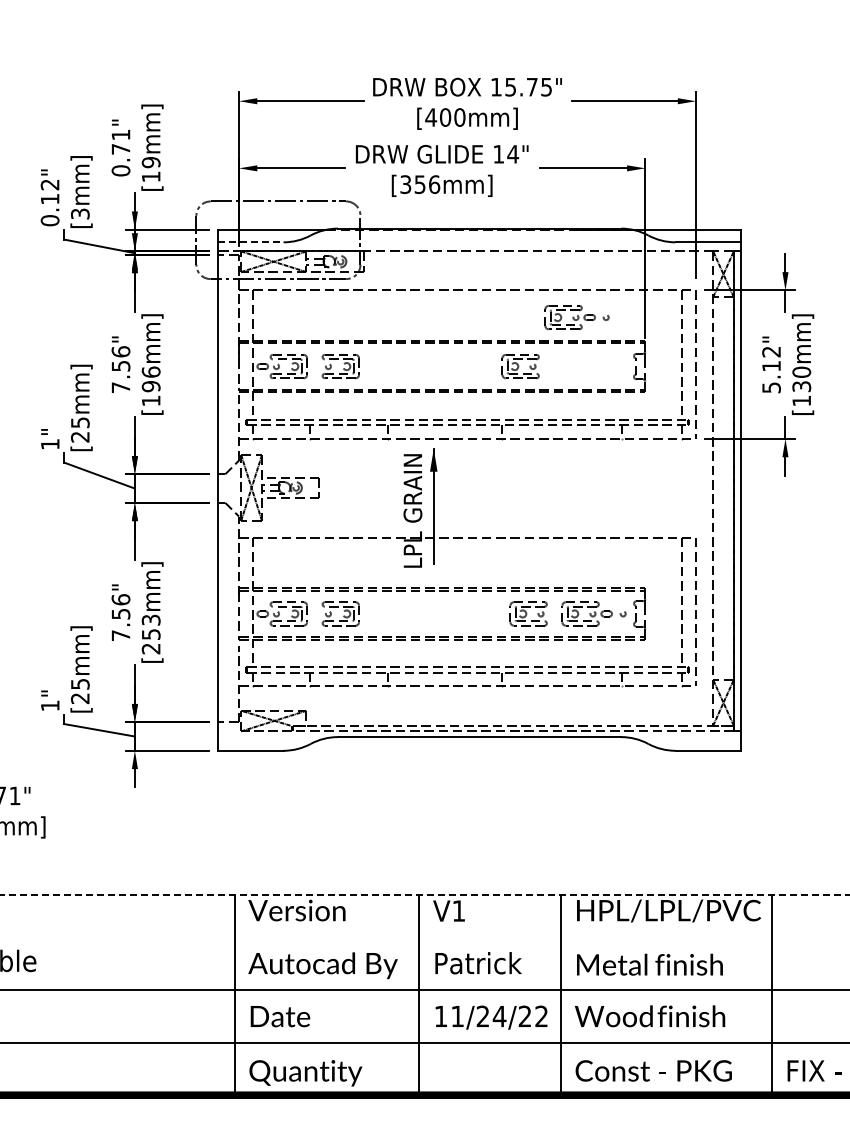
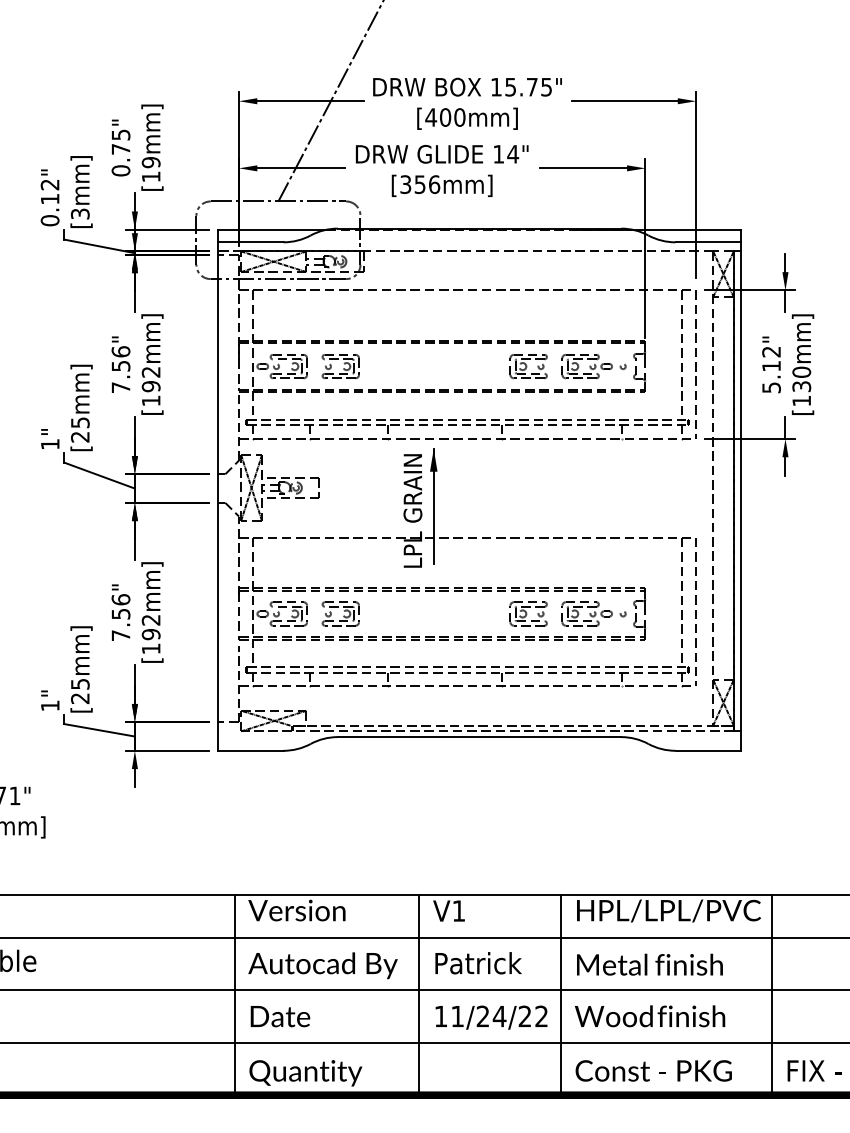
line at (330, 101): none -> present
text at (120, 134): 0.71" -> 0.75"
line at (251, 242): dashed -> solid
part at (576, 317) position: (576, 317) -> (593, 366)
part at (520, 366) position: (520, 366) -> (528, 366)
text at (150, 371): [196mm] -> [192mm]
text at (150, 634): [253mm] -> [192mm]
line at (424, 894): dashed -> solid
line at (424, 937): none -> present
